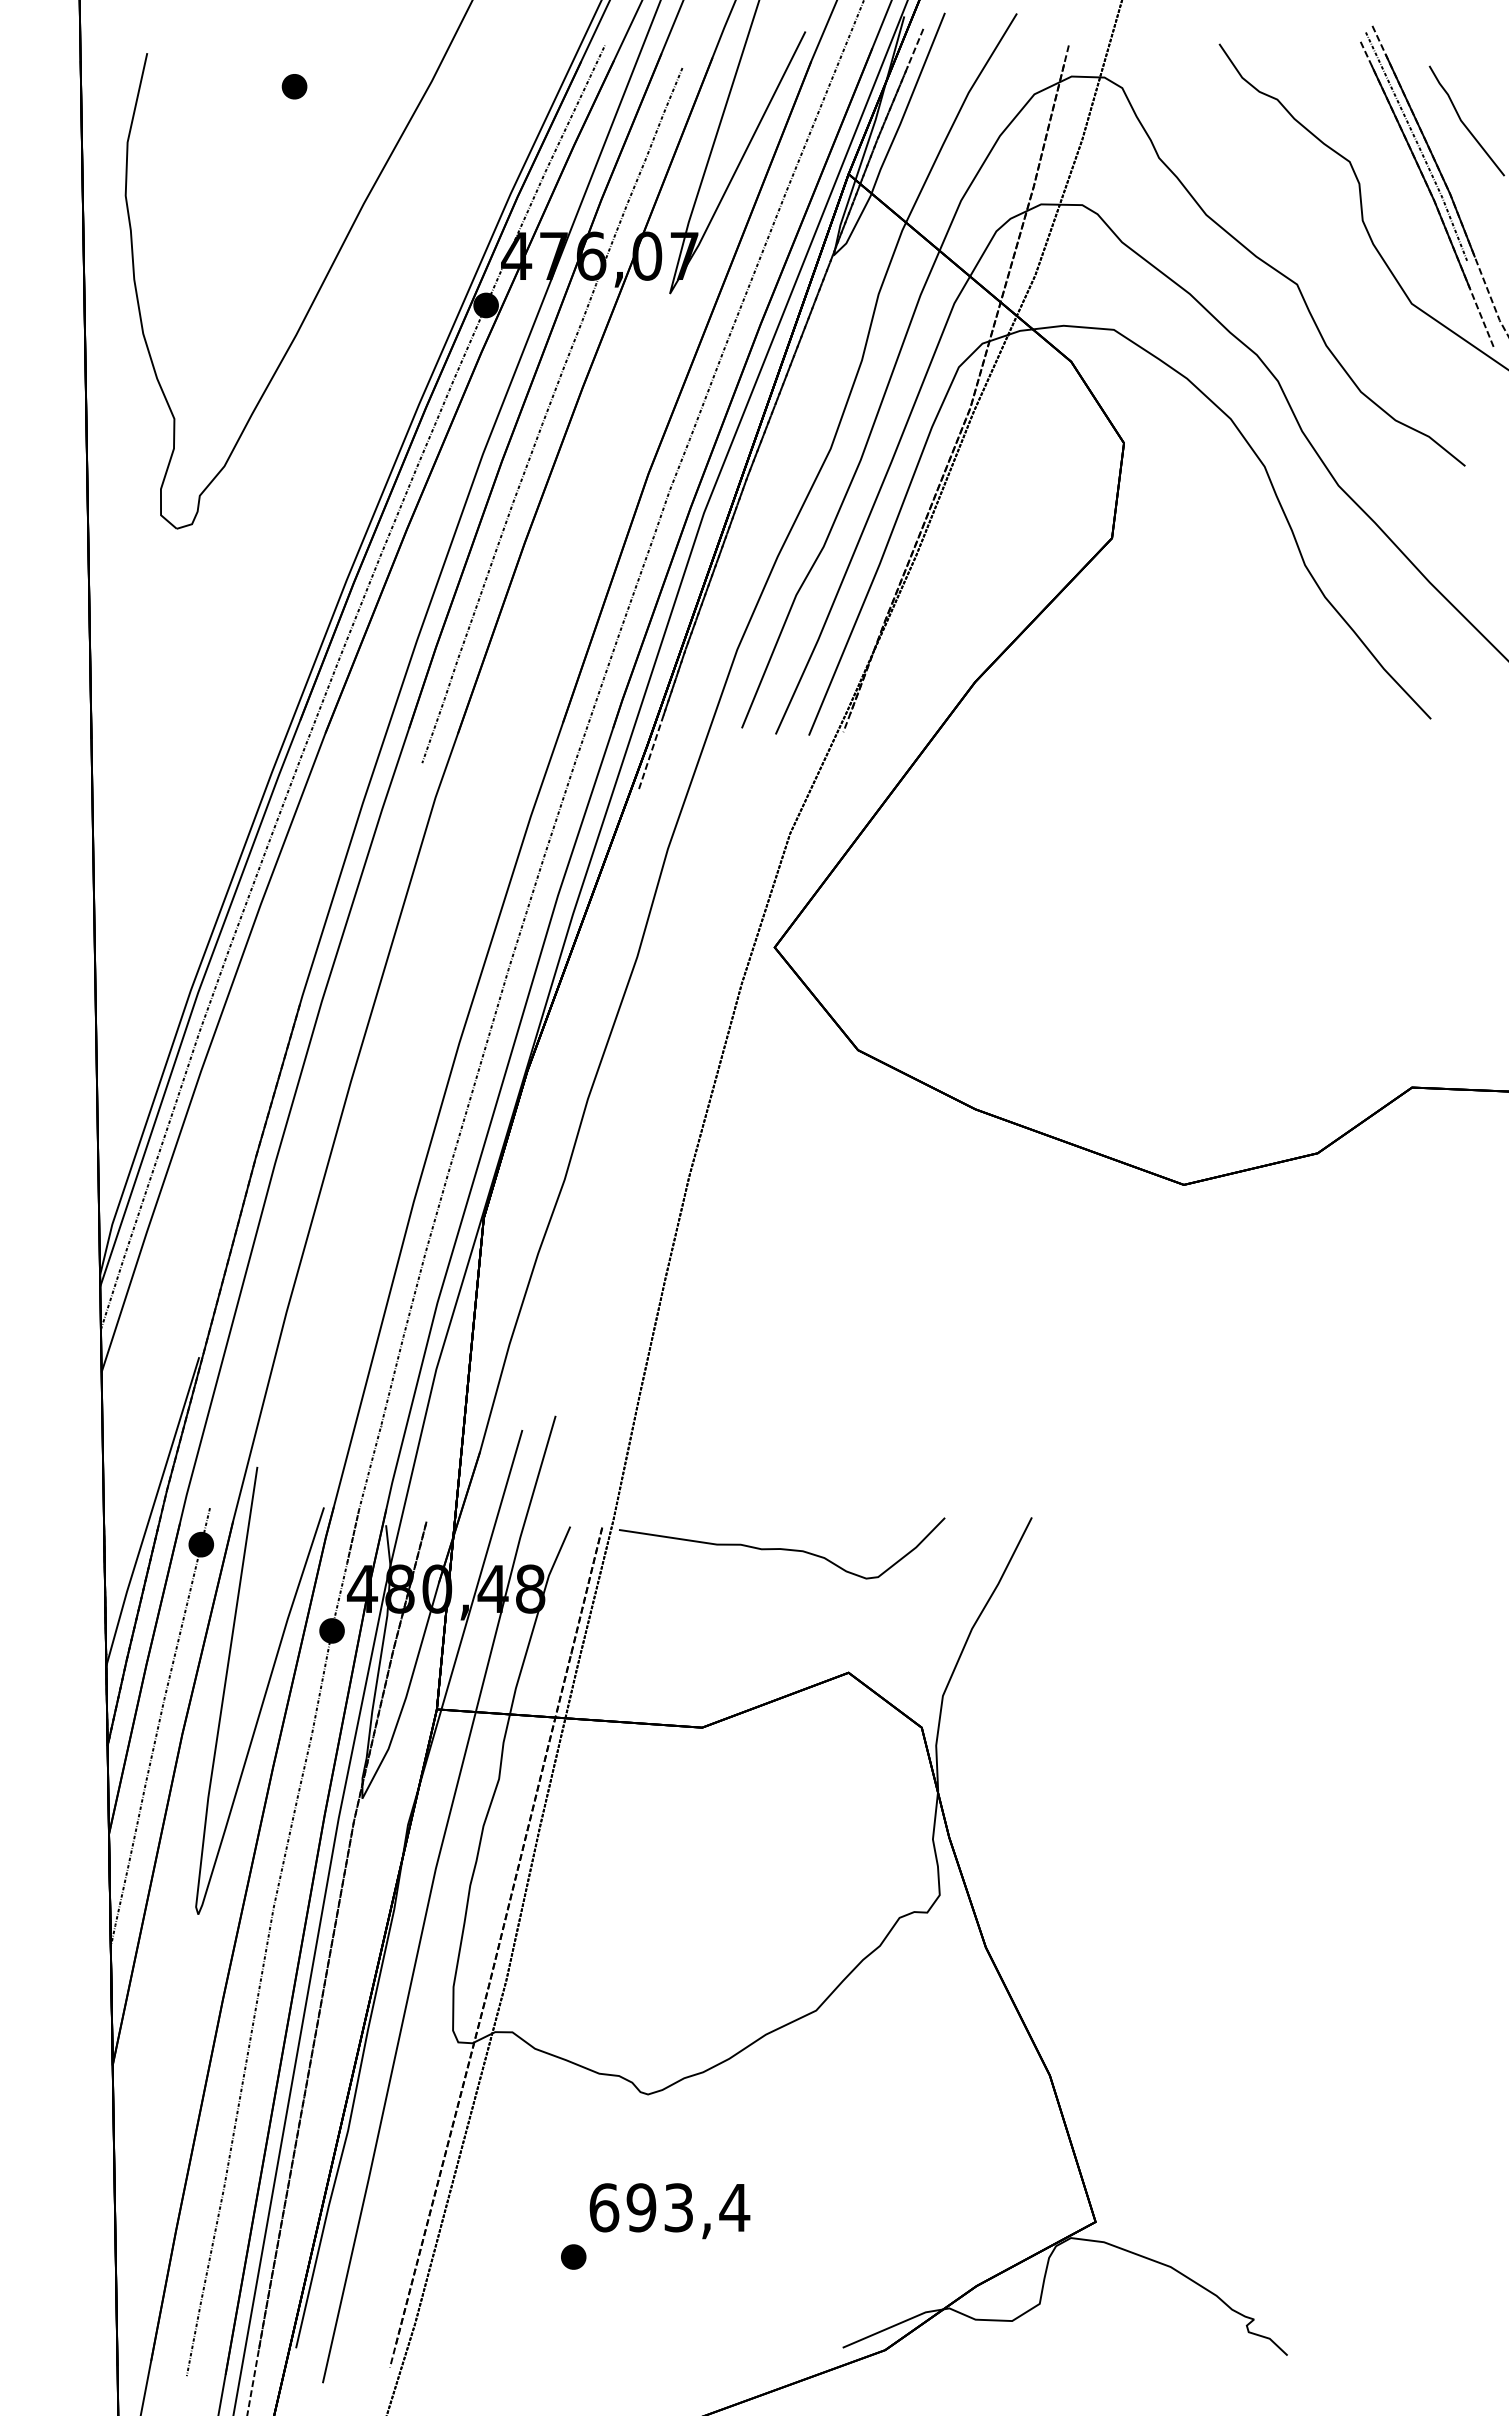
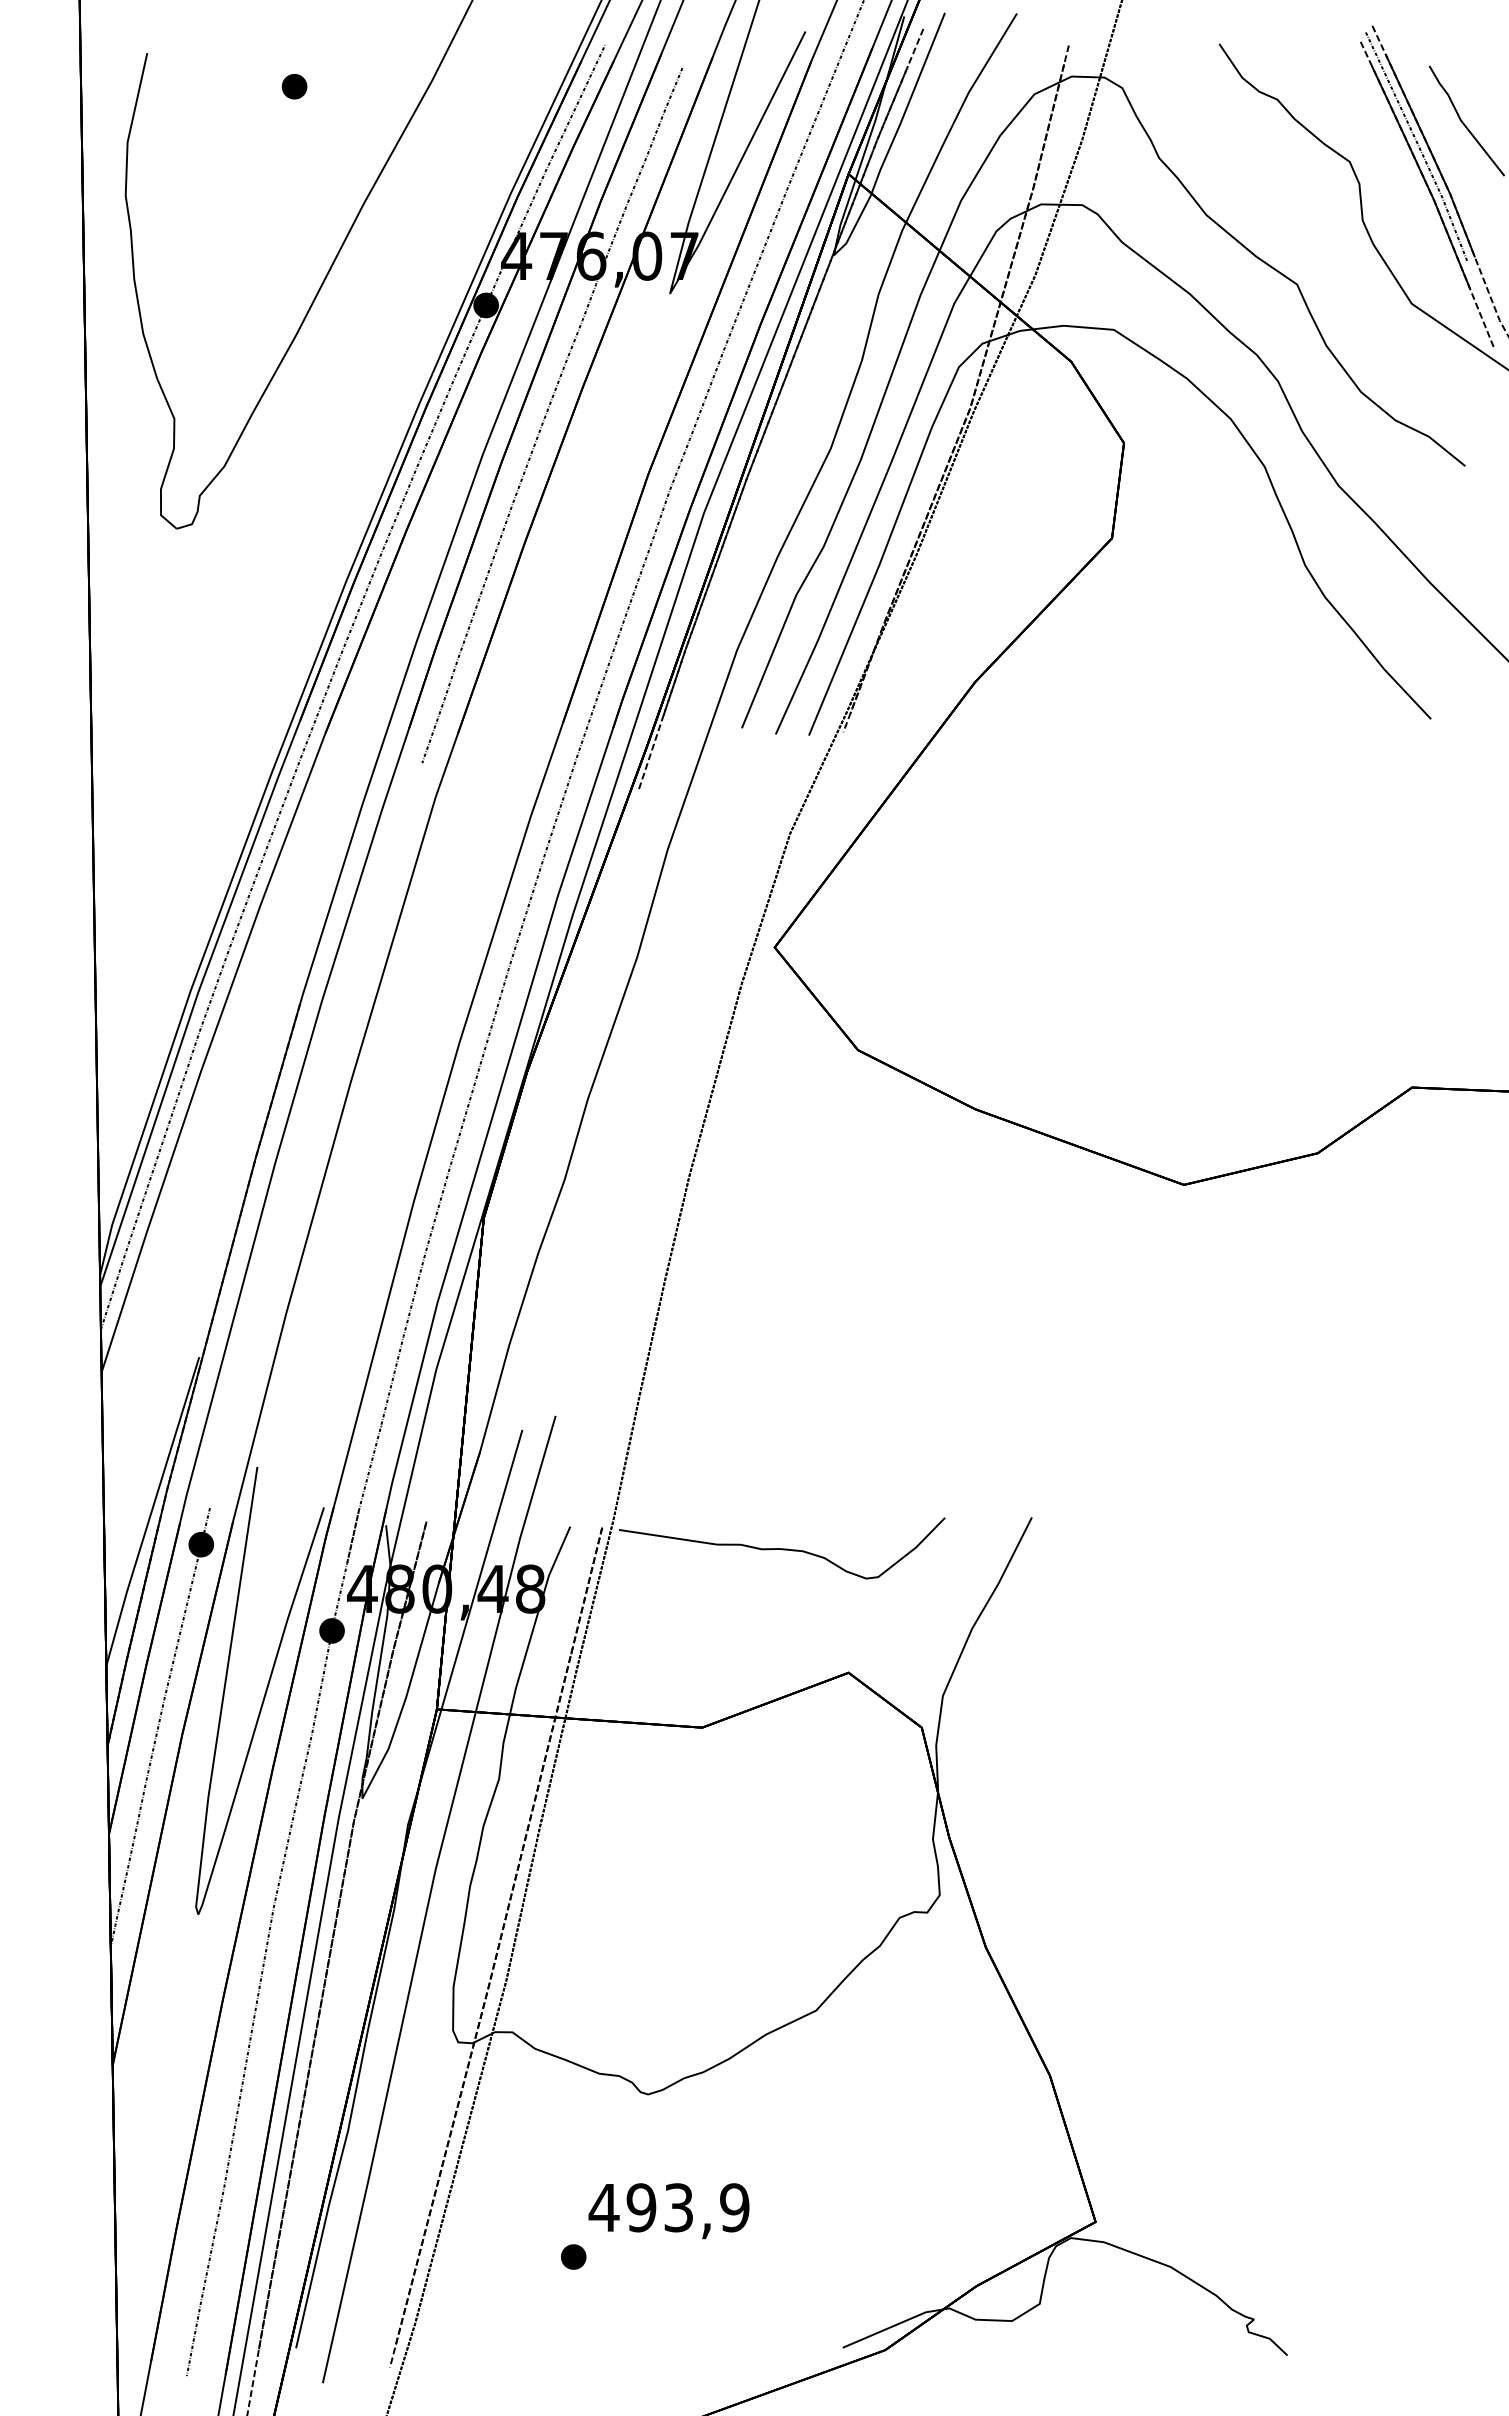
text at (669, 2207): 693,4 -> 493,9
